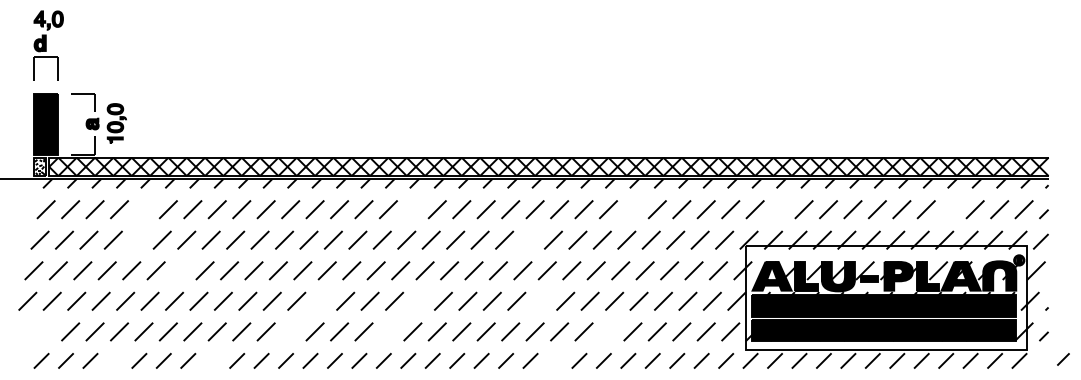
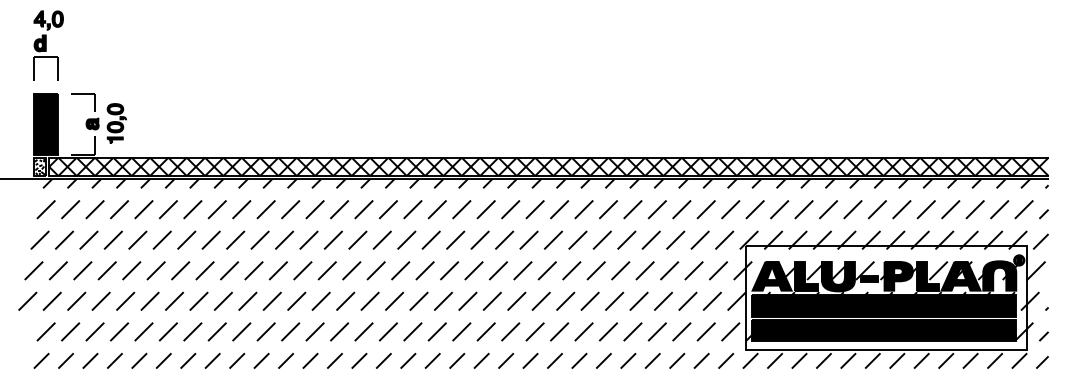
line at (143, 209): none -> present
line at (412, 209): none -> present
line at (632, 209): none -> present
line at (779, 209): none -> present
line at (950, 209): none -> present
line at (137, 239): none -> present
line at (528, 239): none -> present
line at (180, 270): none -> present
line at (320, 300): none -> present
line at (418, 300): none -> present
line at (540, 300): none -> present
line at (45, 331): none -> present
line at (290, 331): none -> present
line at (387, 331): none -> present
line at (608, 331): none -> present
line at (1063, 359) position: (1063, 359) -> (1042, 362)
line at (114, 360): none -> present
line at (212, 360): none -> present
line at (554, 360): none -> present
